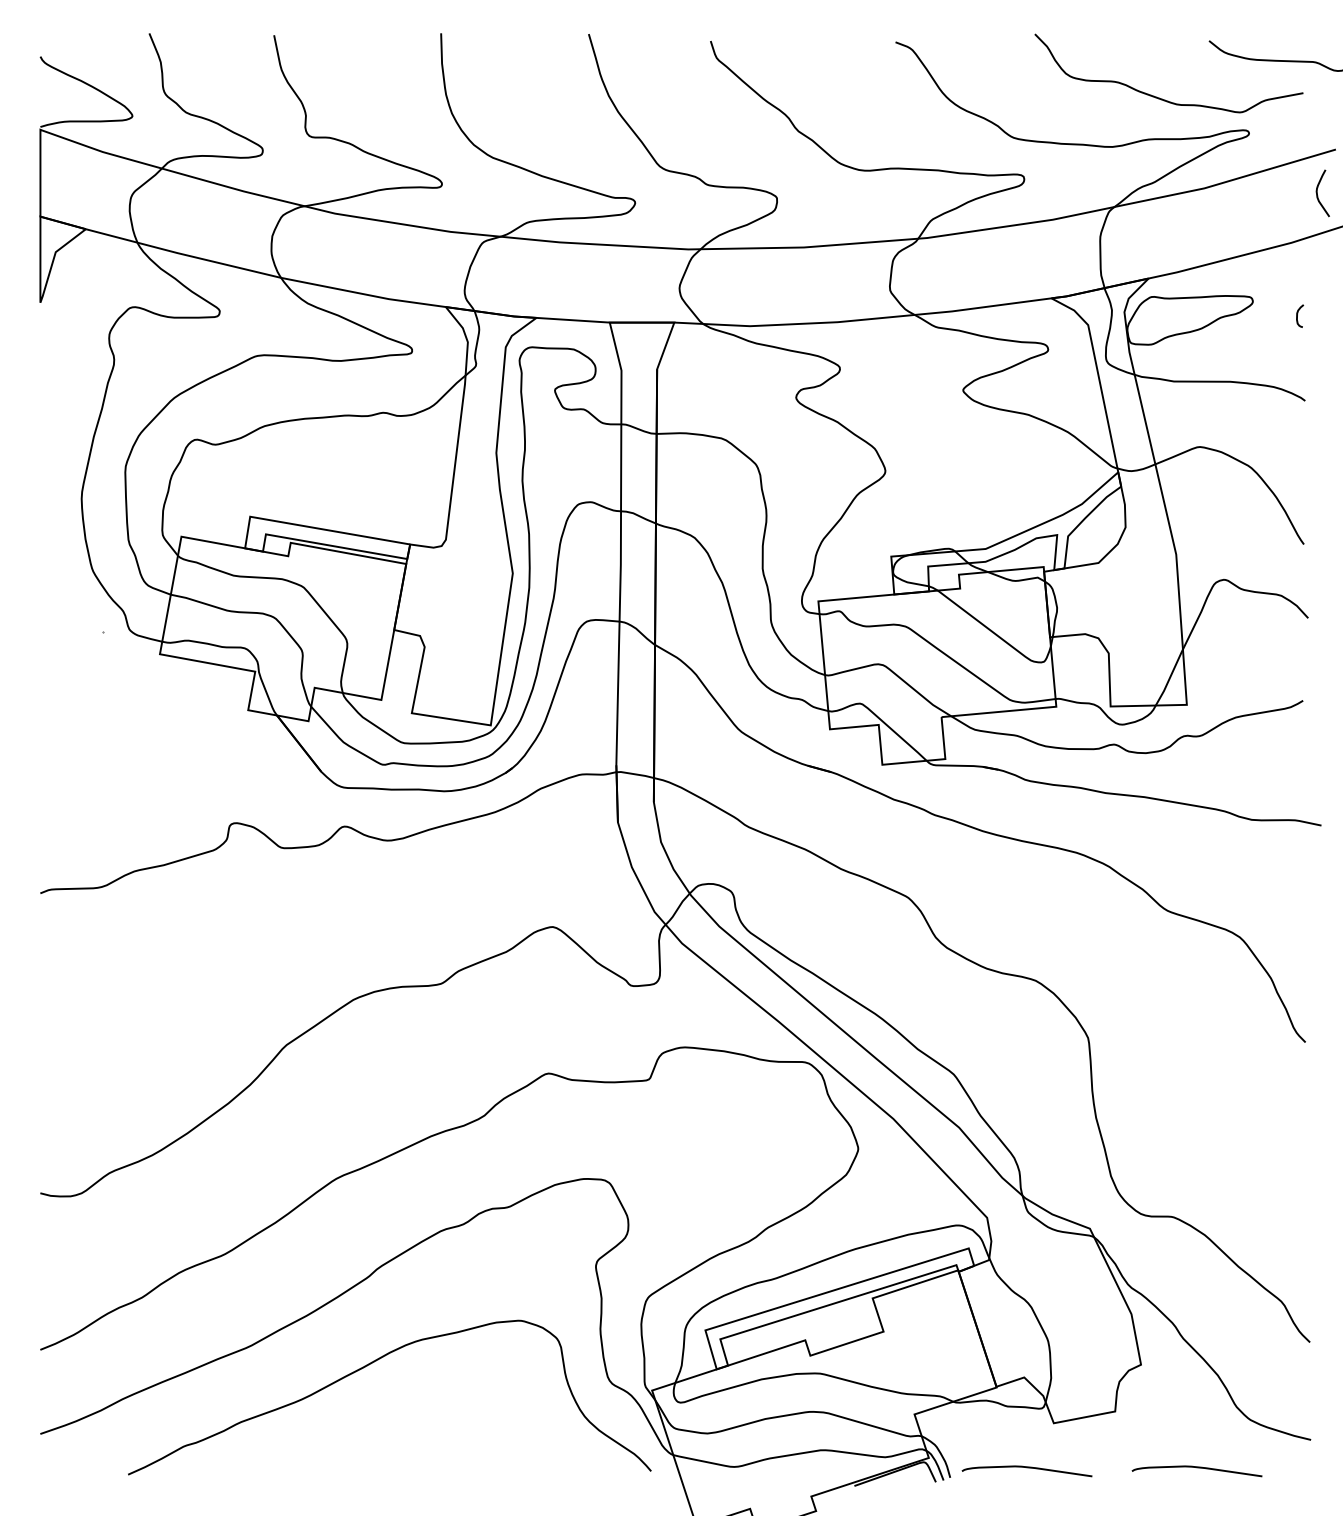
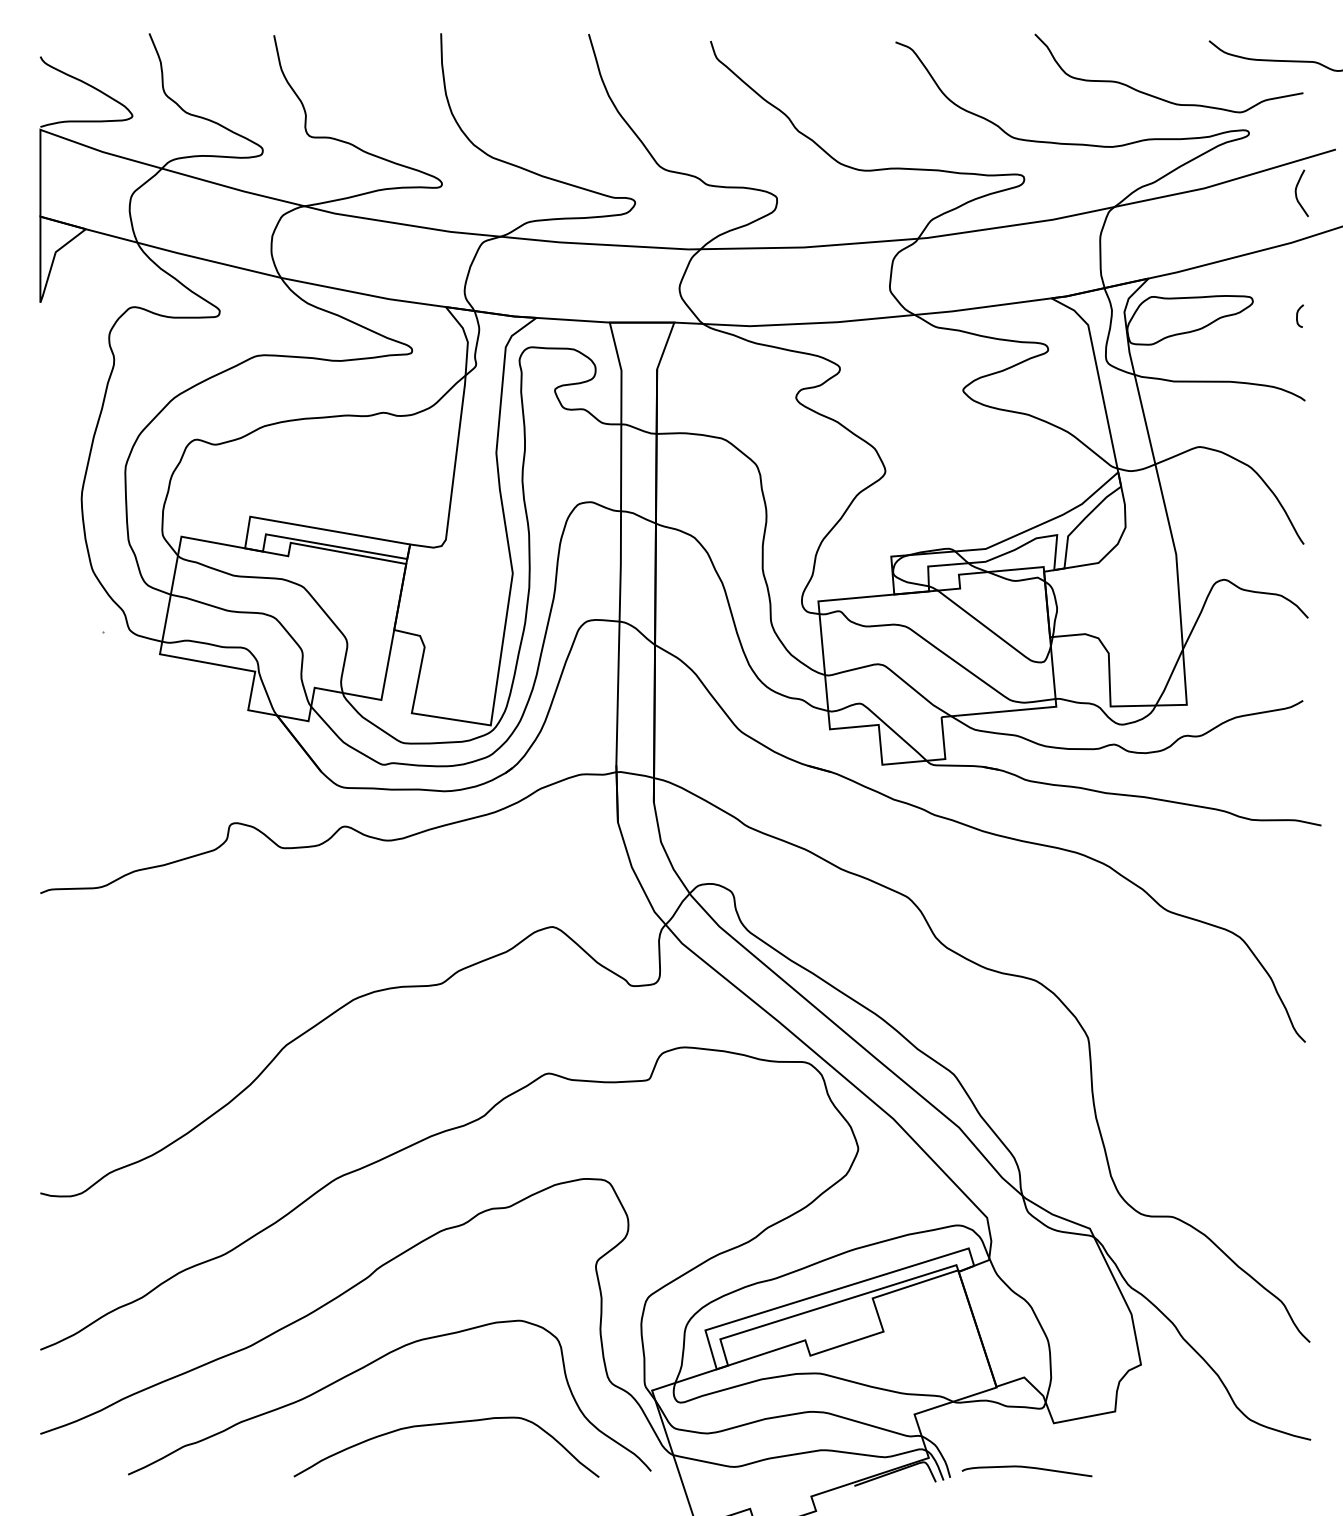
curve at (1318, 195) position: (1318, 195) -> (1297, 195)
curve at (446, 1424): none -> present
curve at (1196, 1468): present -> none
